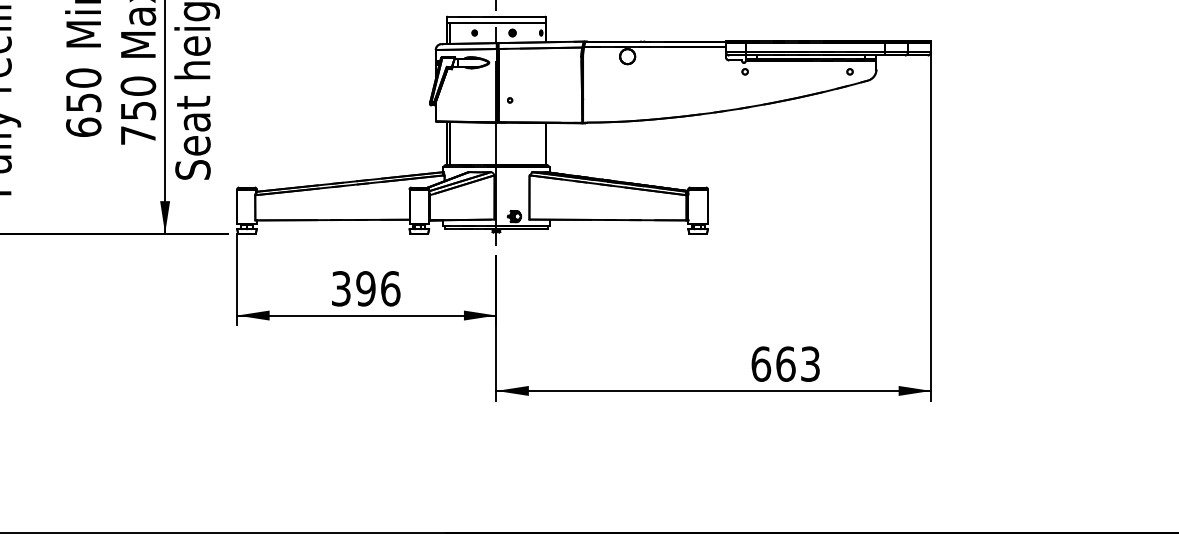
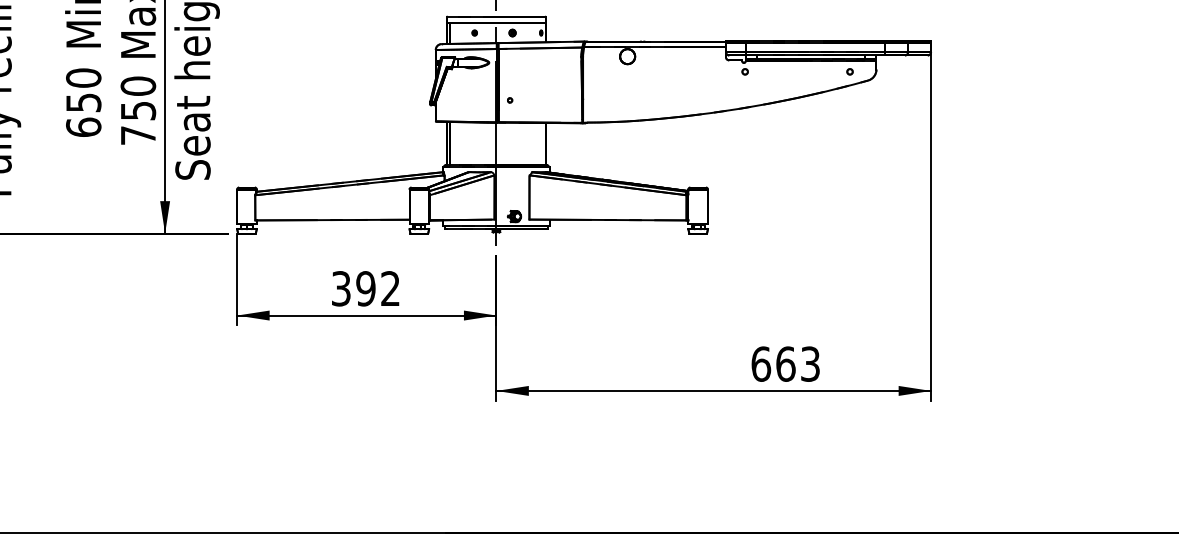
text at (390, 288): 396 -> 392
